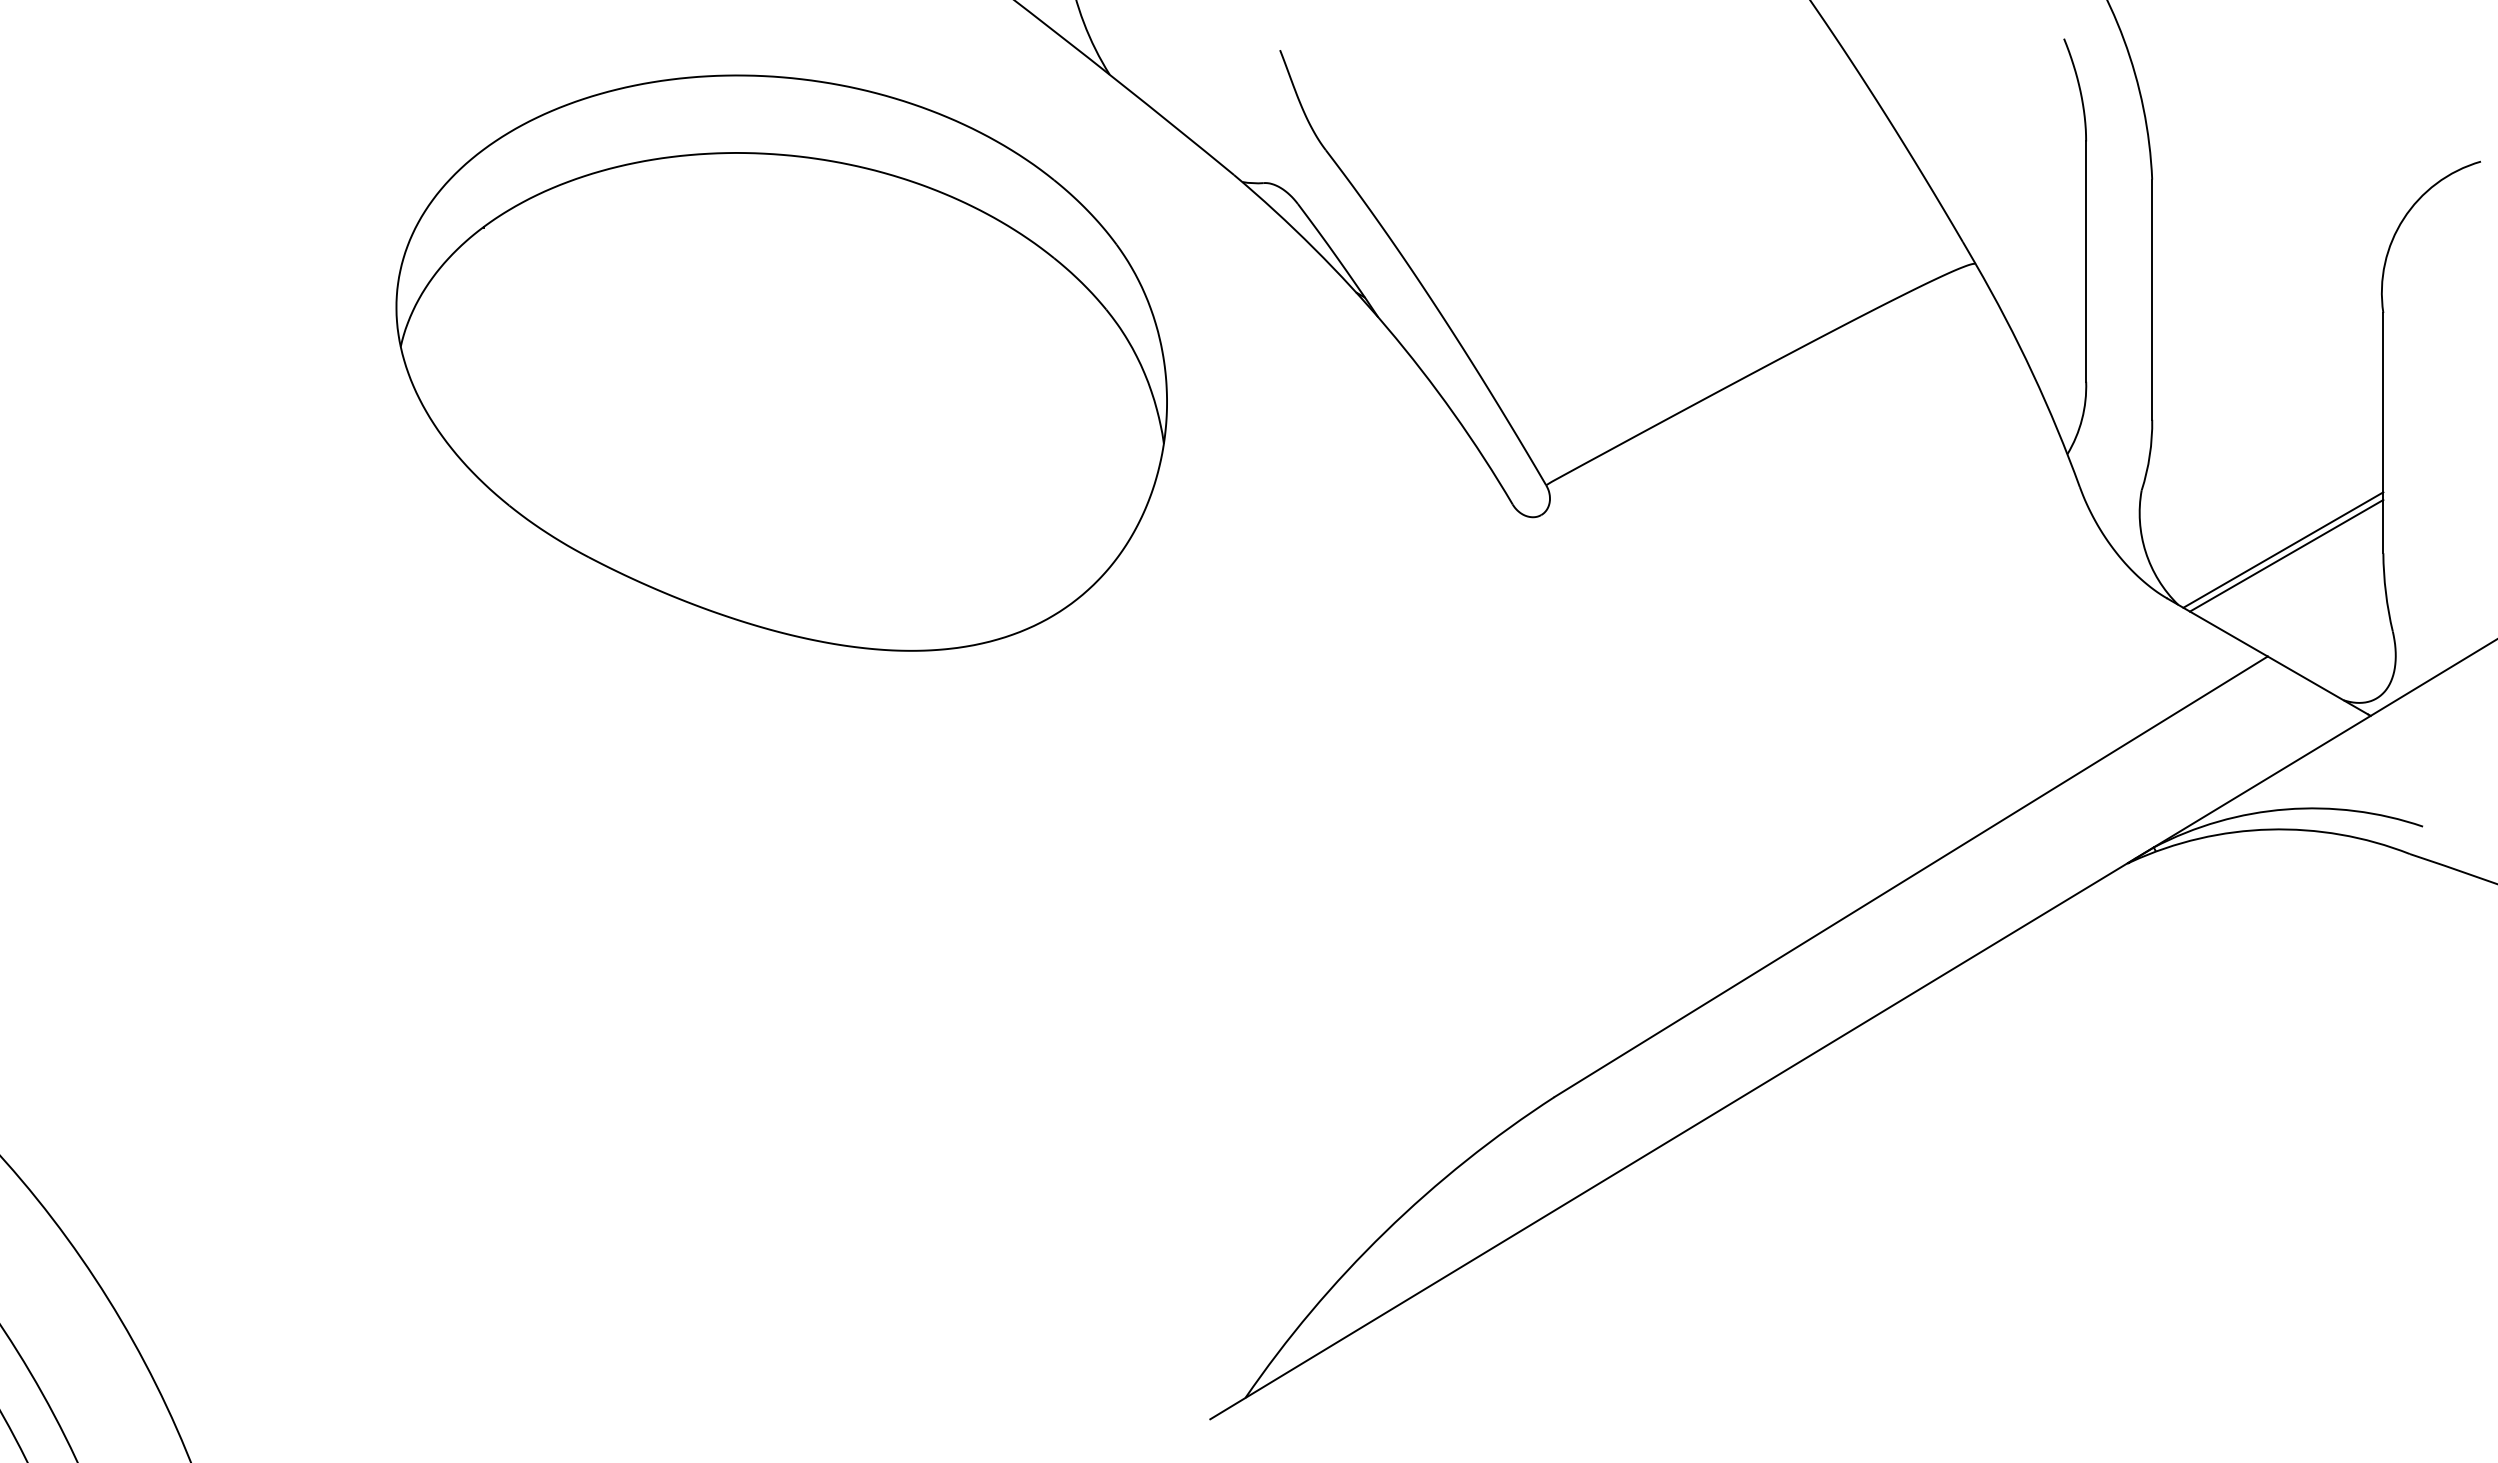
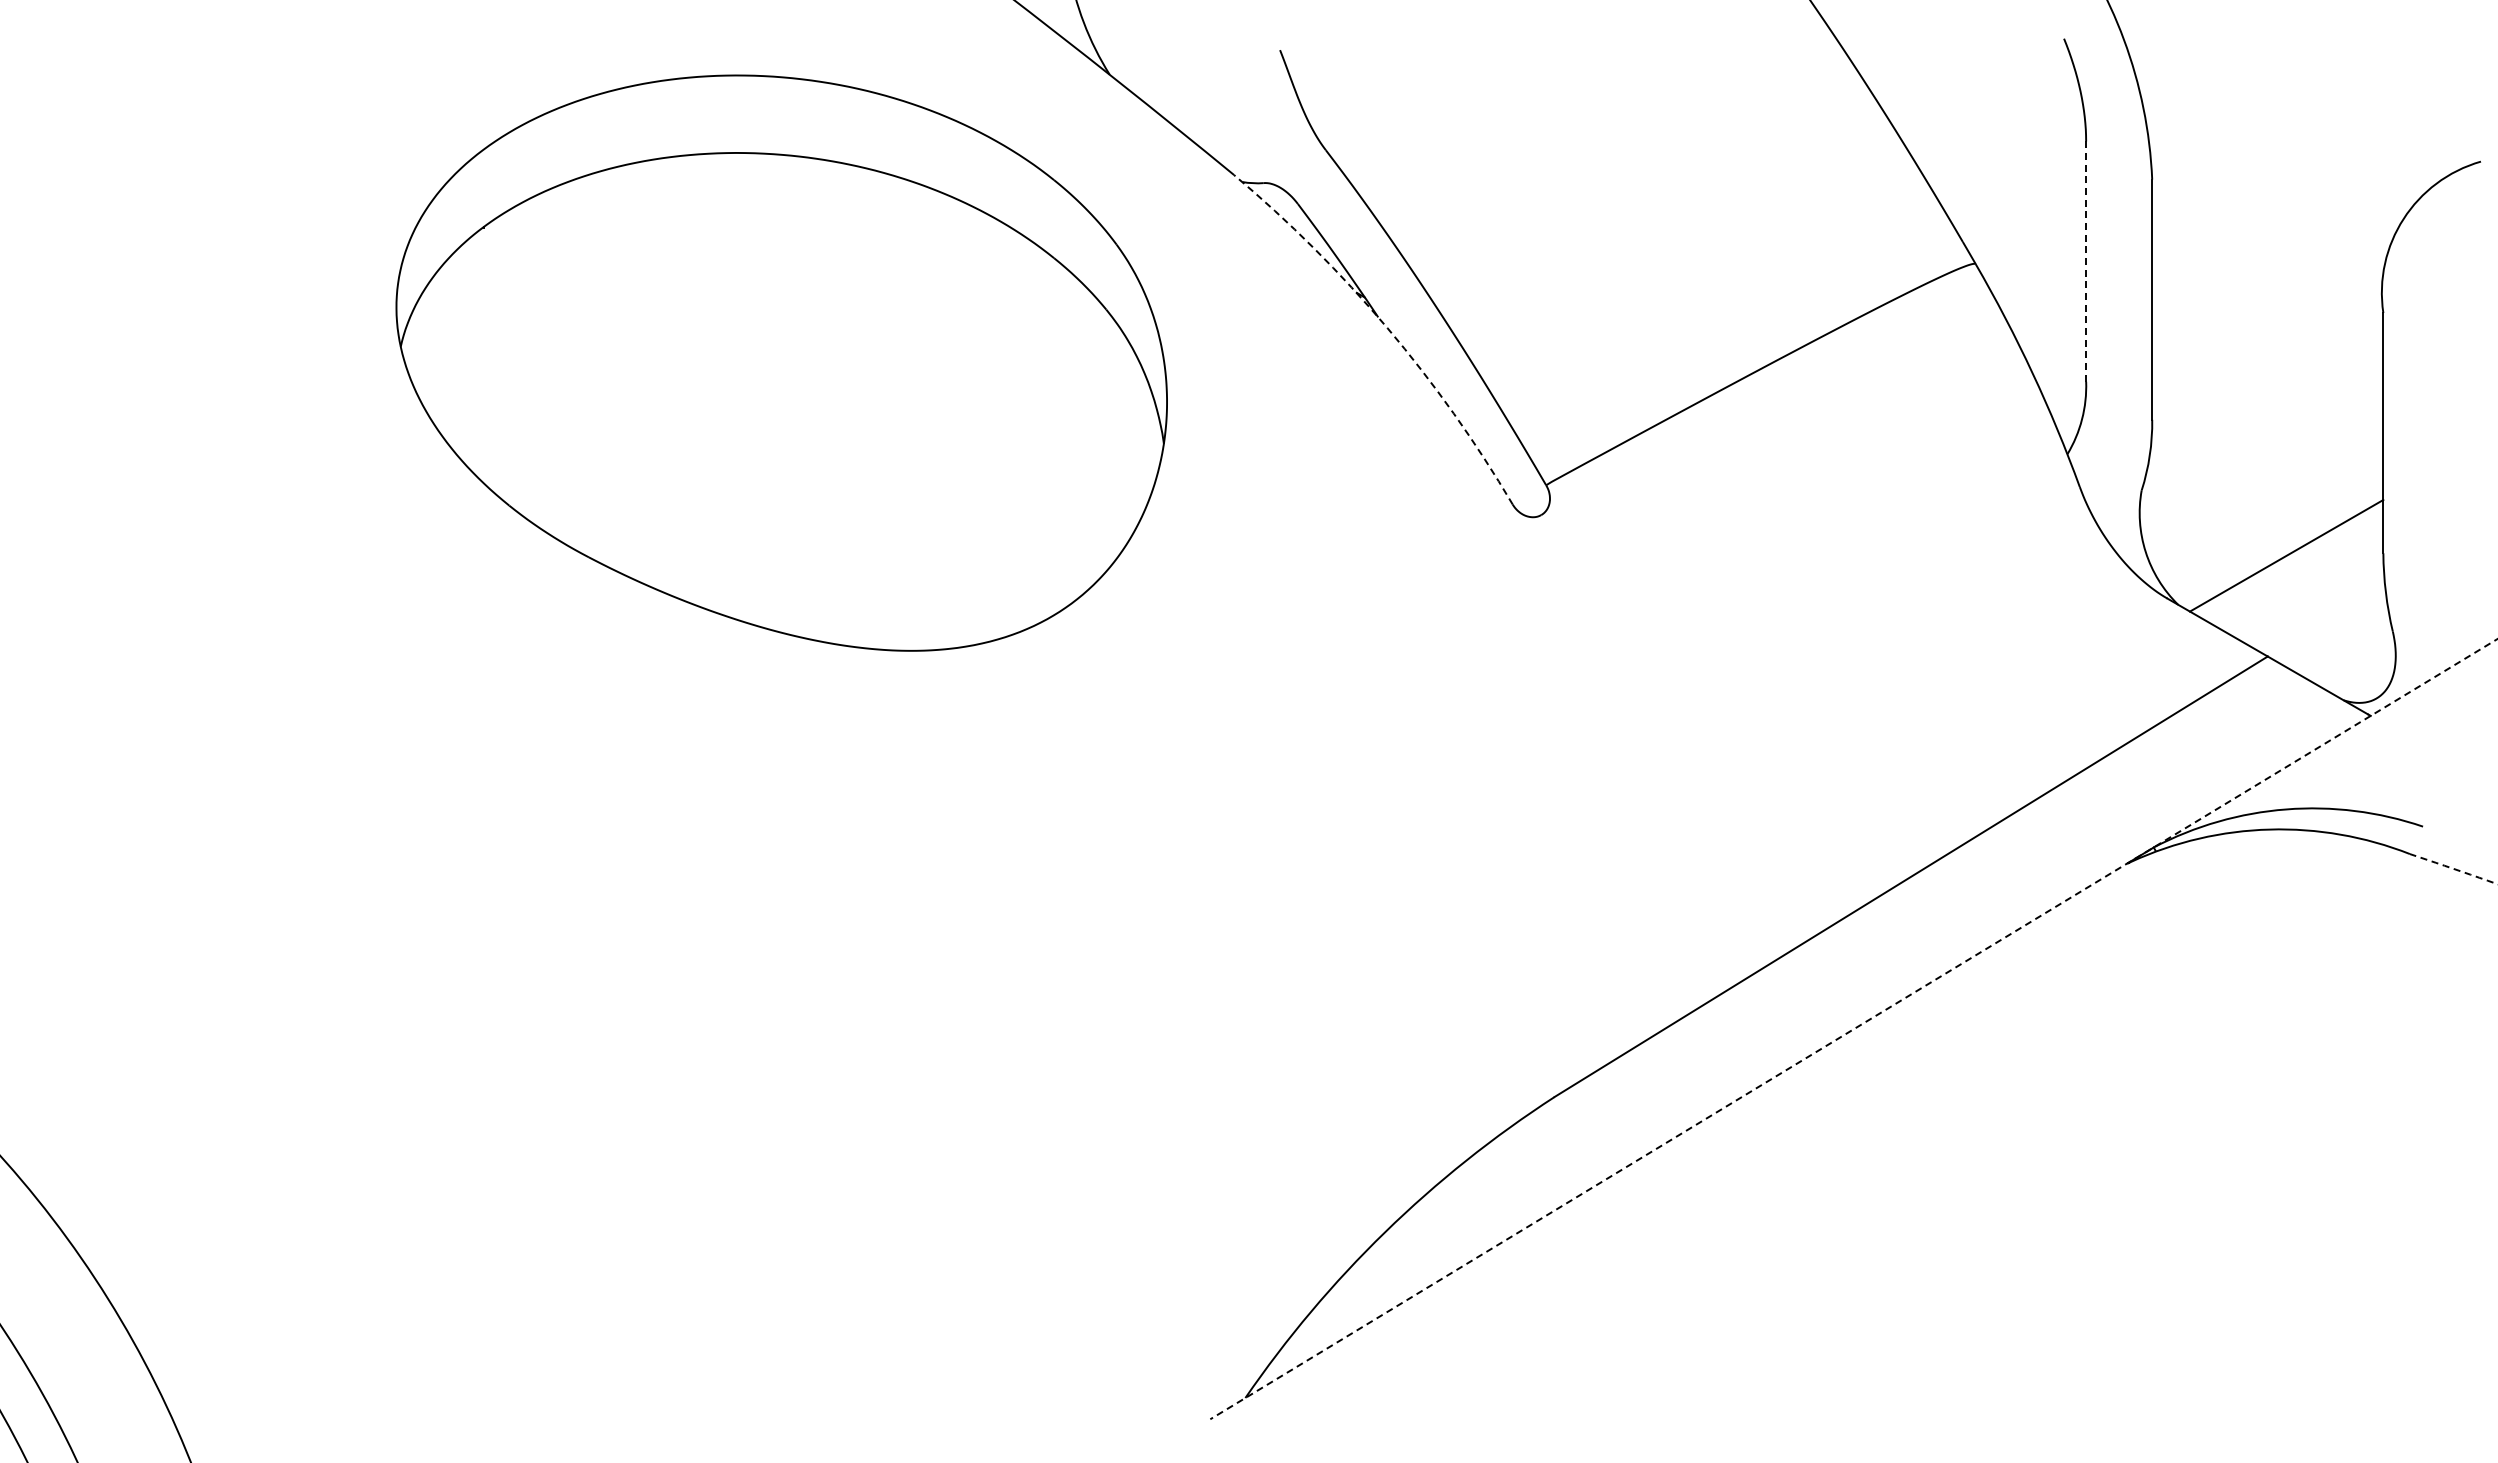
line at (2086, 261): solid -> dashed
arc at (1387, 328): solid -> dashed
line at (2283, 549): present -> none
arc at (2453, 869): solid -> dashed
line at (1854, 1029): solid -> dashed
